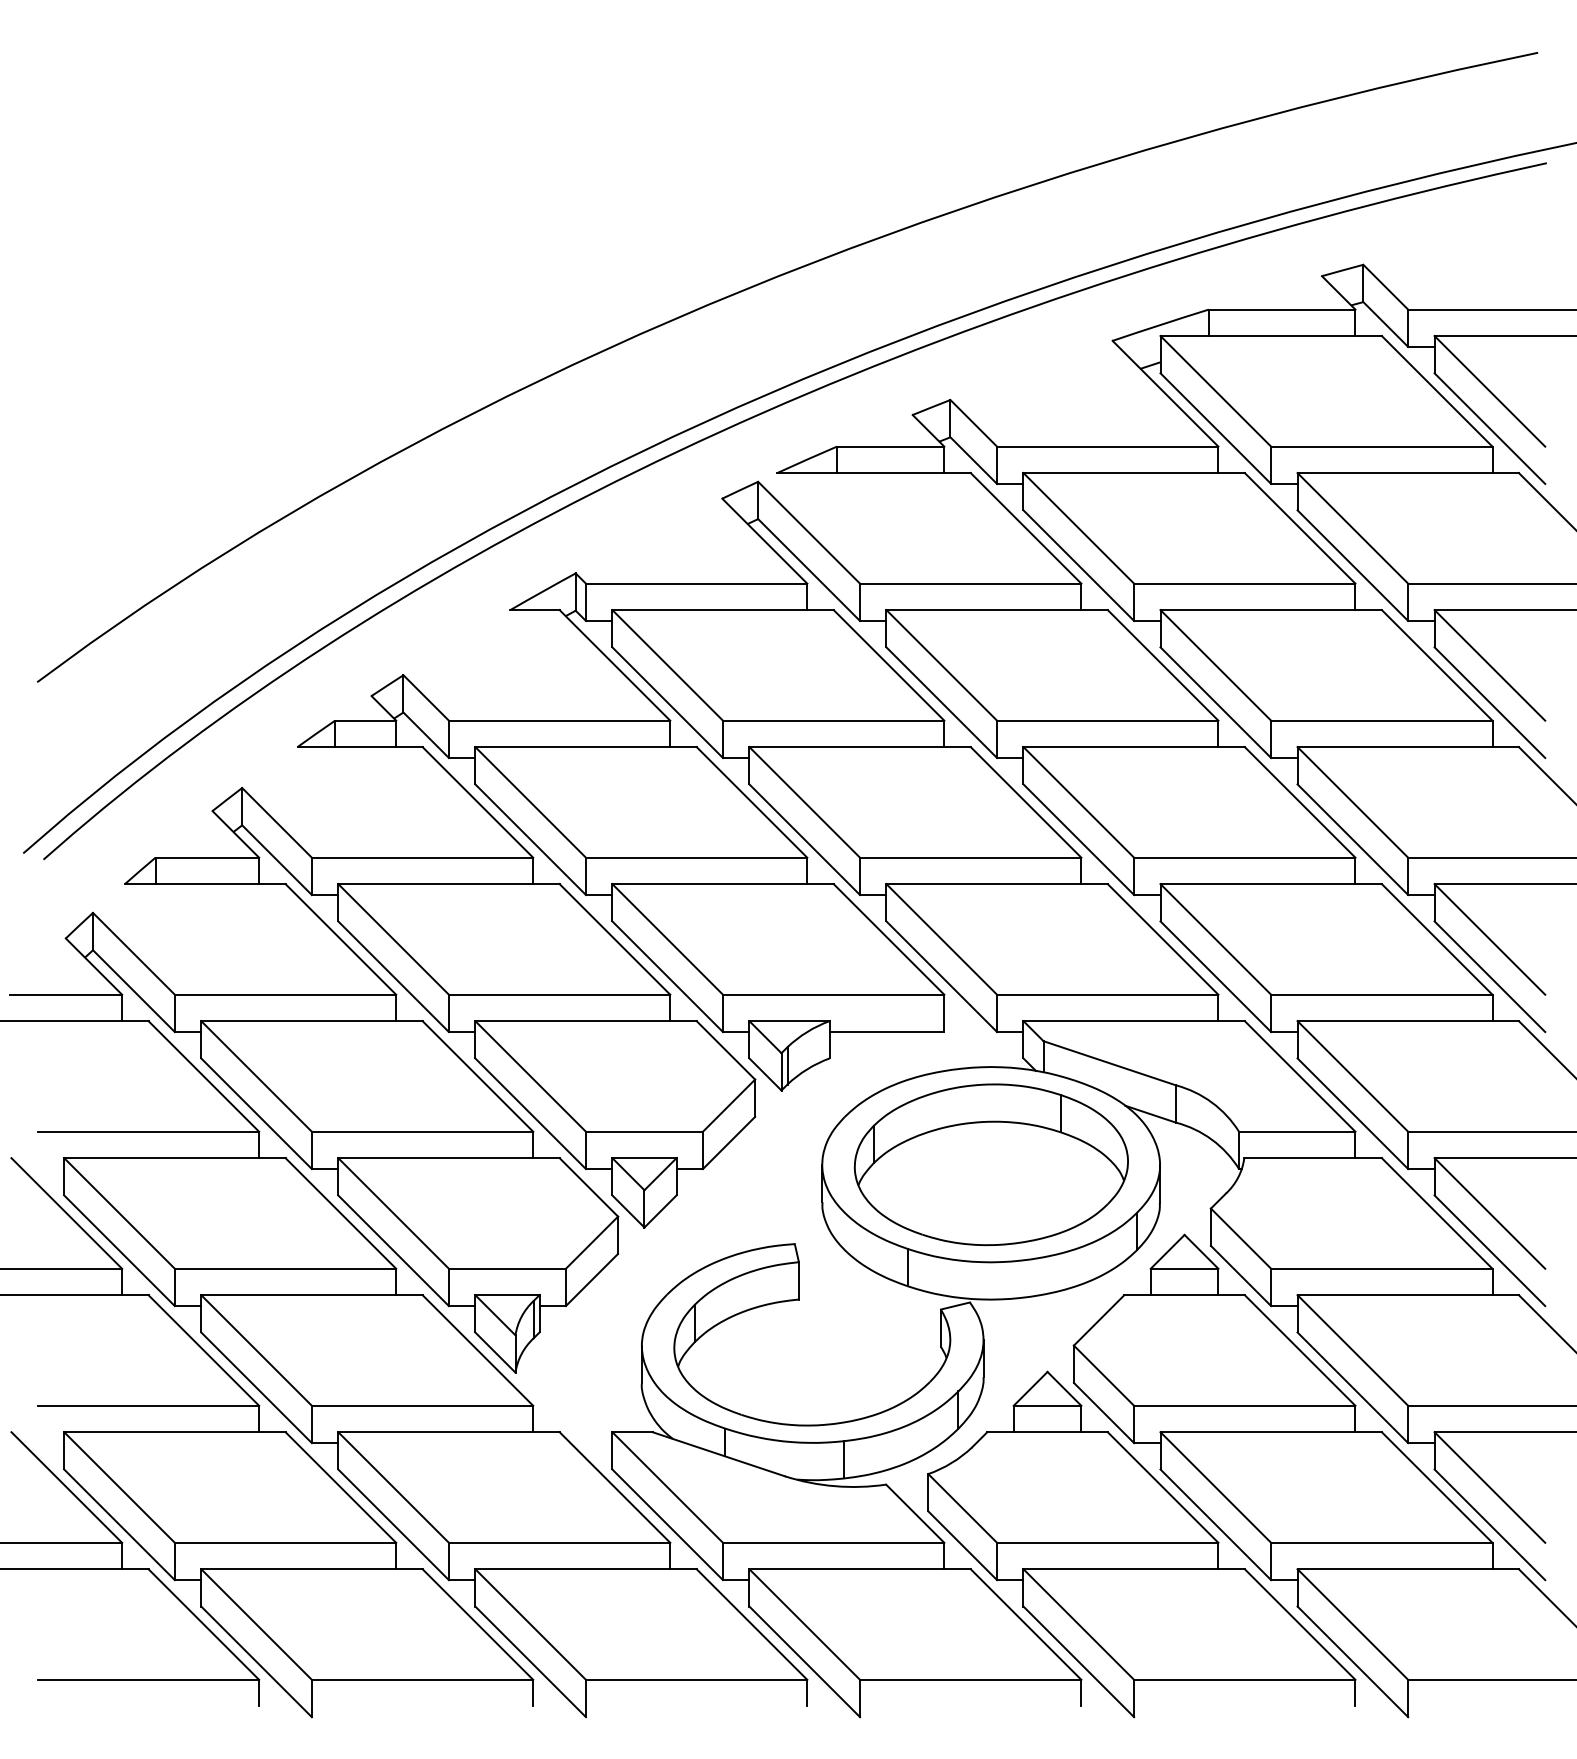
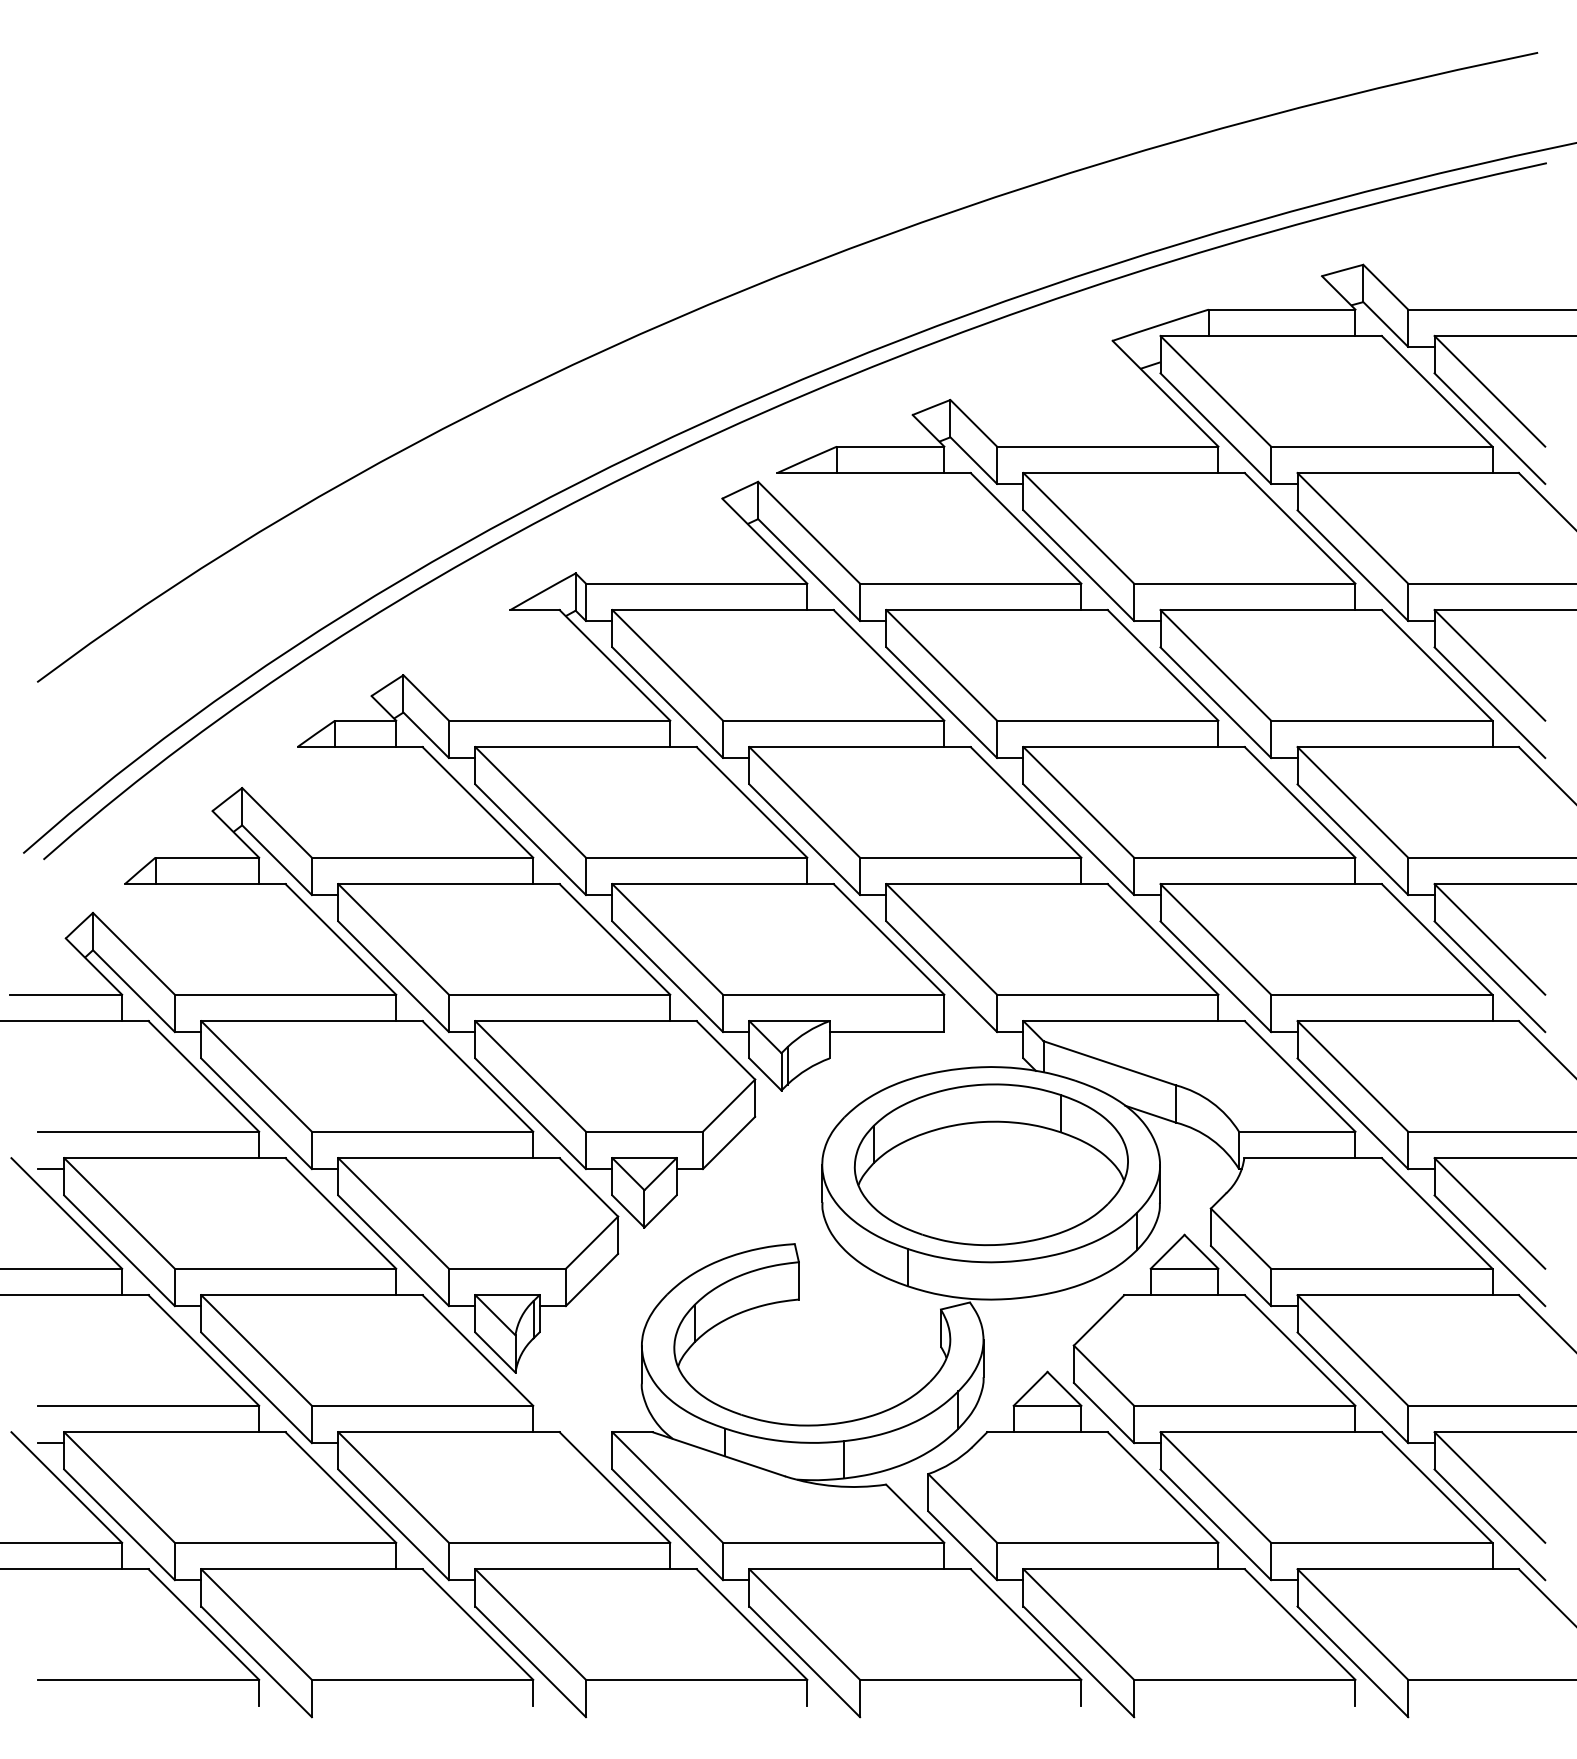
line at (50, 1169): none -> present
line at (50, 1443): none -> present
